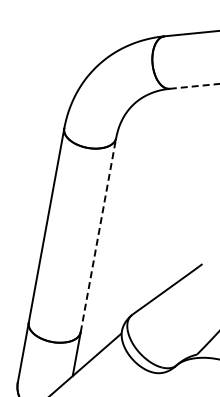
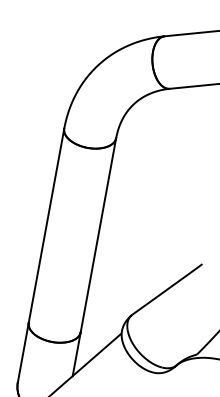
line at (194, 86): dashed -> solid
line at (98, 235): dashed -> solid
